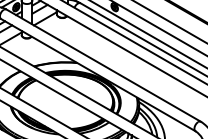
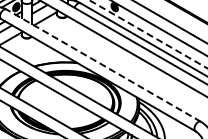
line at (149, 34): solid -> dashed
line at (103, 65): solid -> dashed
